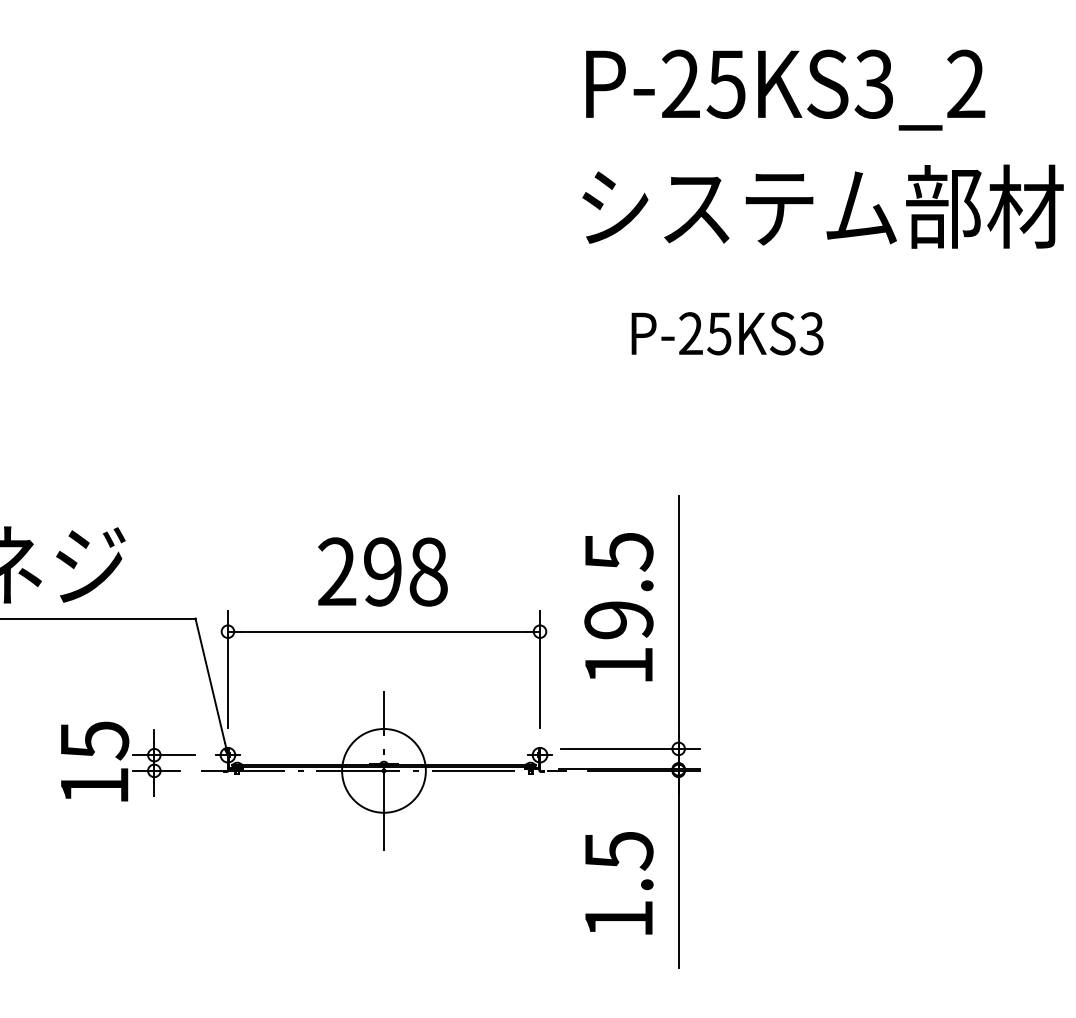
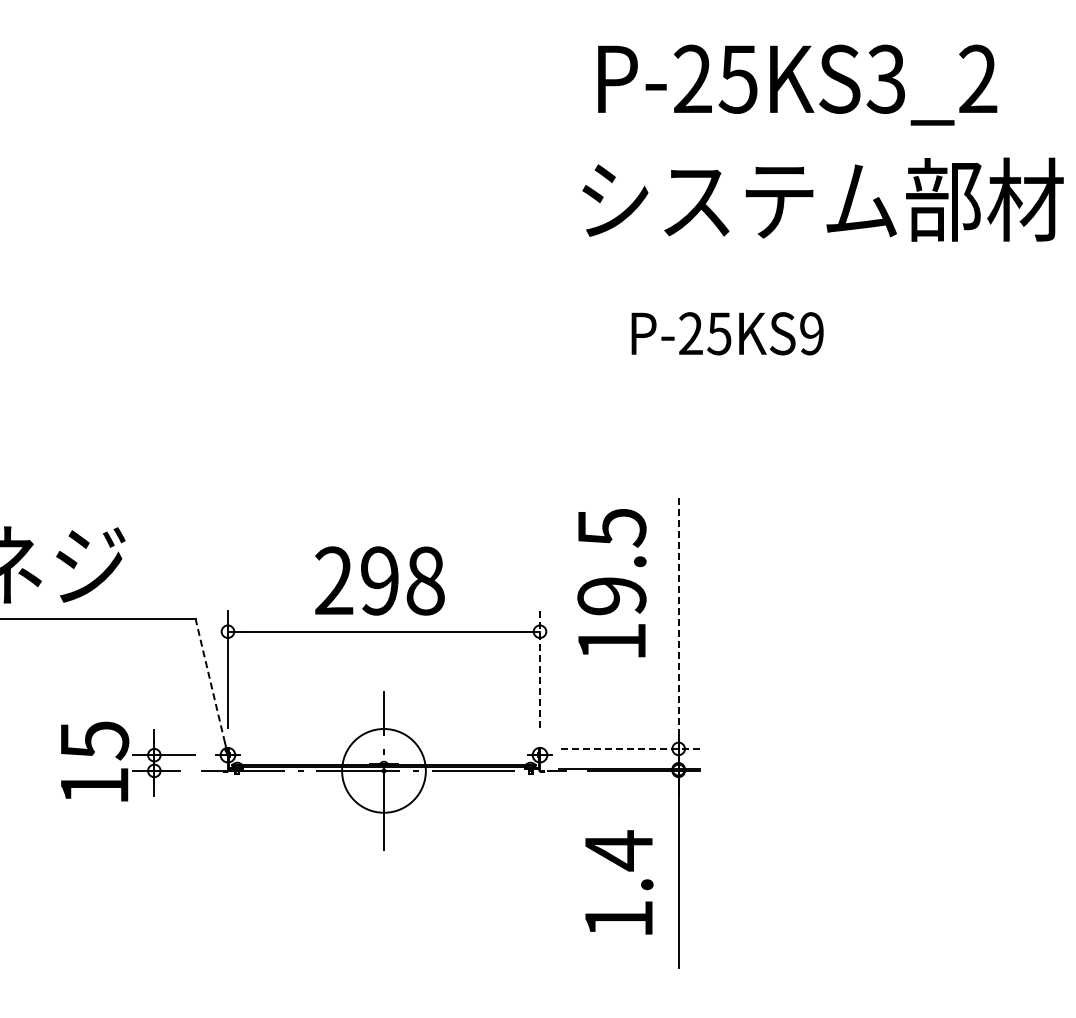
text at (785, 89) position: (785, 89) -> (797, 84)
text at (822, 206) position: (822, 206) -> (822, 199)
text at (811, 333): P-25KS3 -> P-25KS9
text at (382, 571) position: (382, 571) -> (379, 580)
text at (618, 607) position: (618, 607) -> (611, 583)
line at (678, 615): solid -> dashed
line at (540, 669): solid -> dashed
line at (210, 680): solid -> dashed
line at (630, 748): solid -> dashed
text at (619, 850): 1.5 -> 1.4
